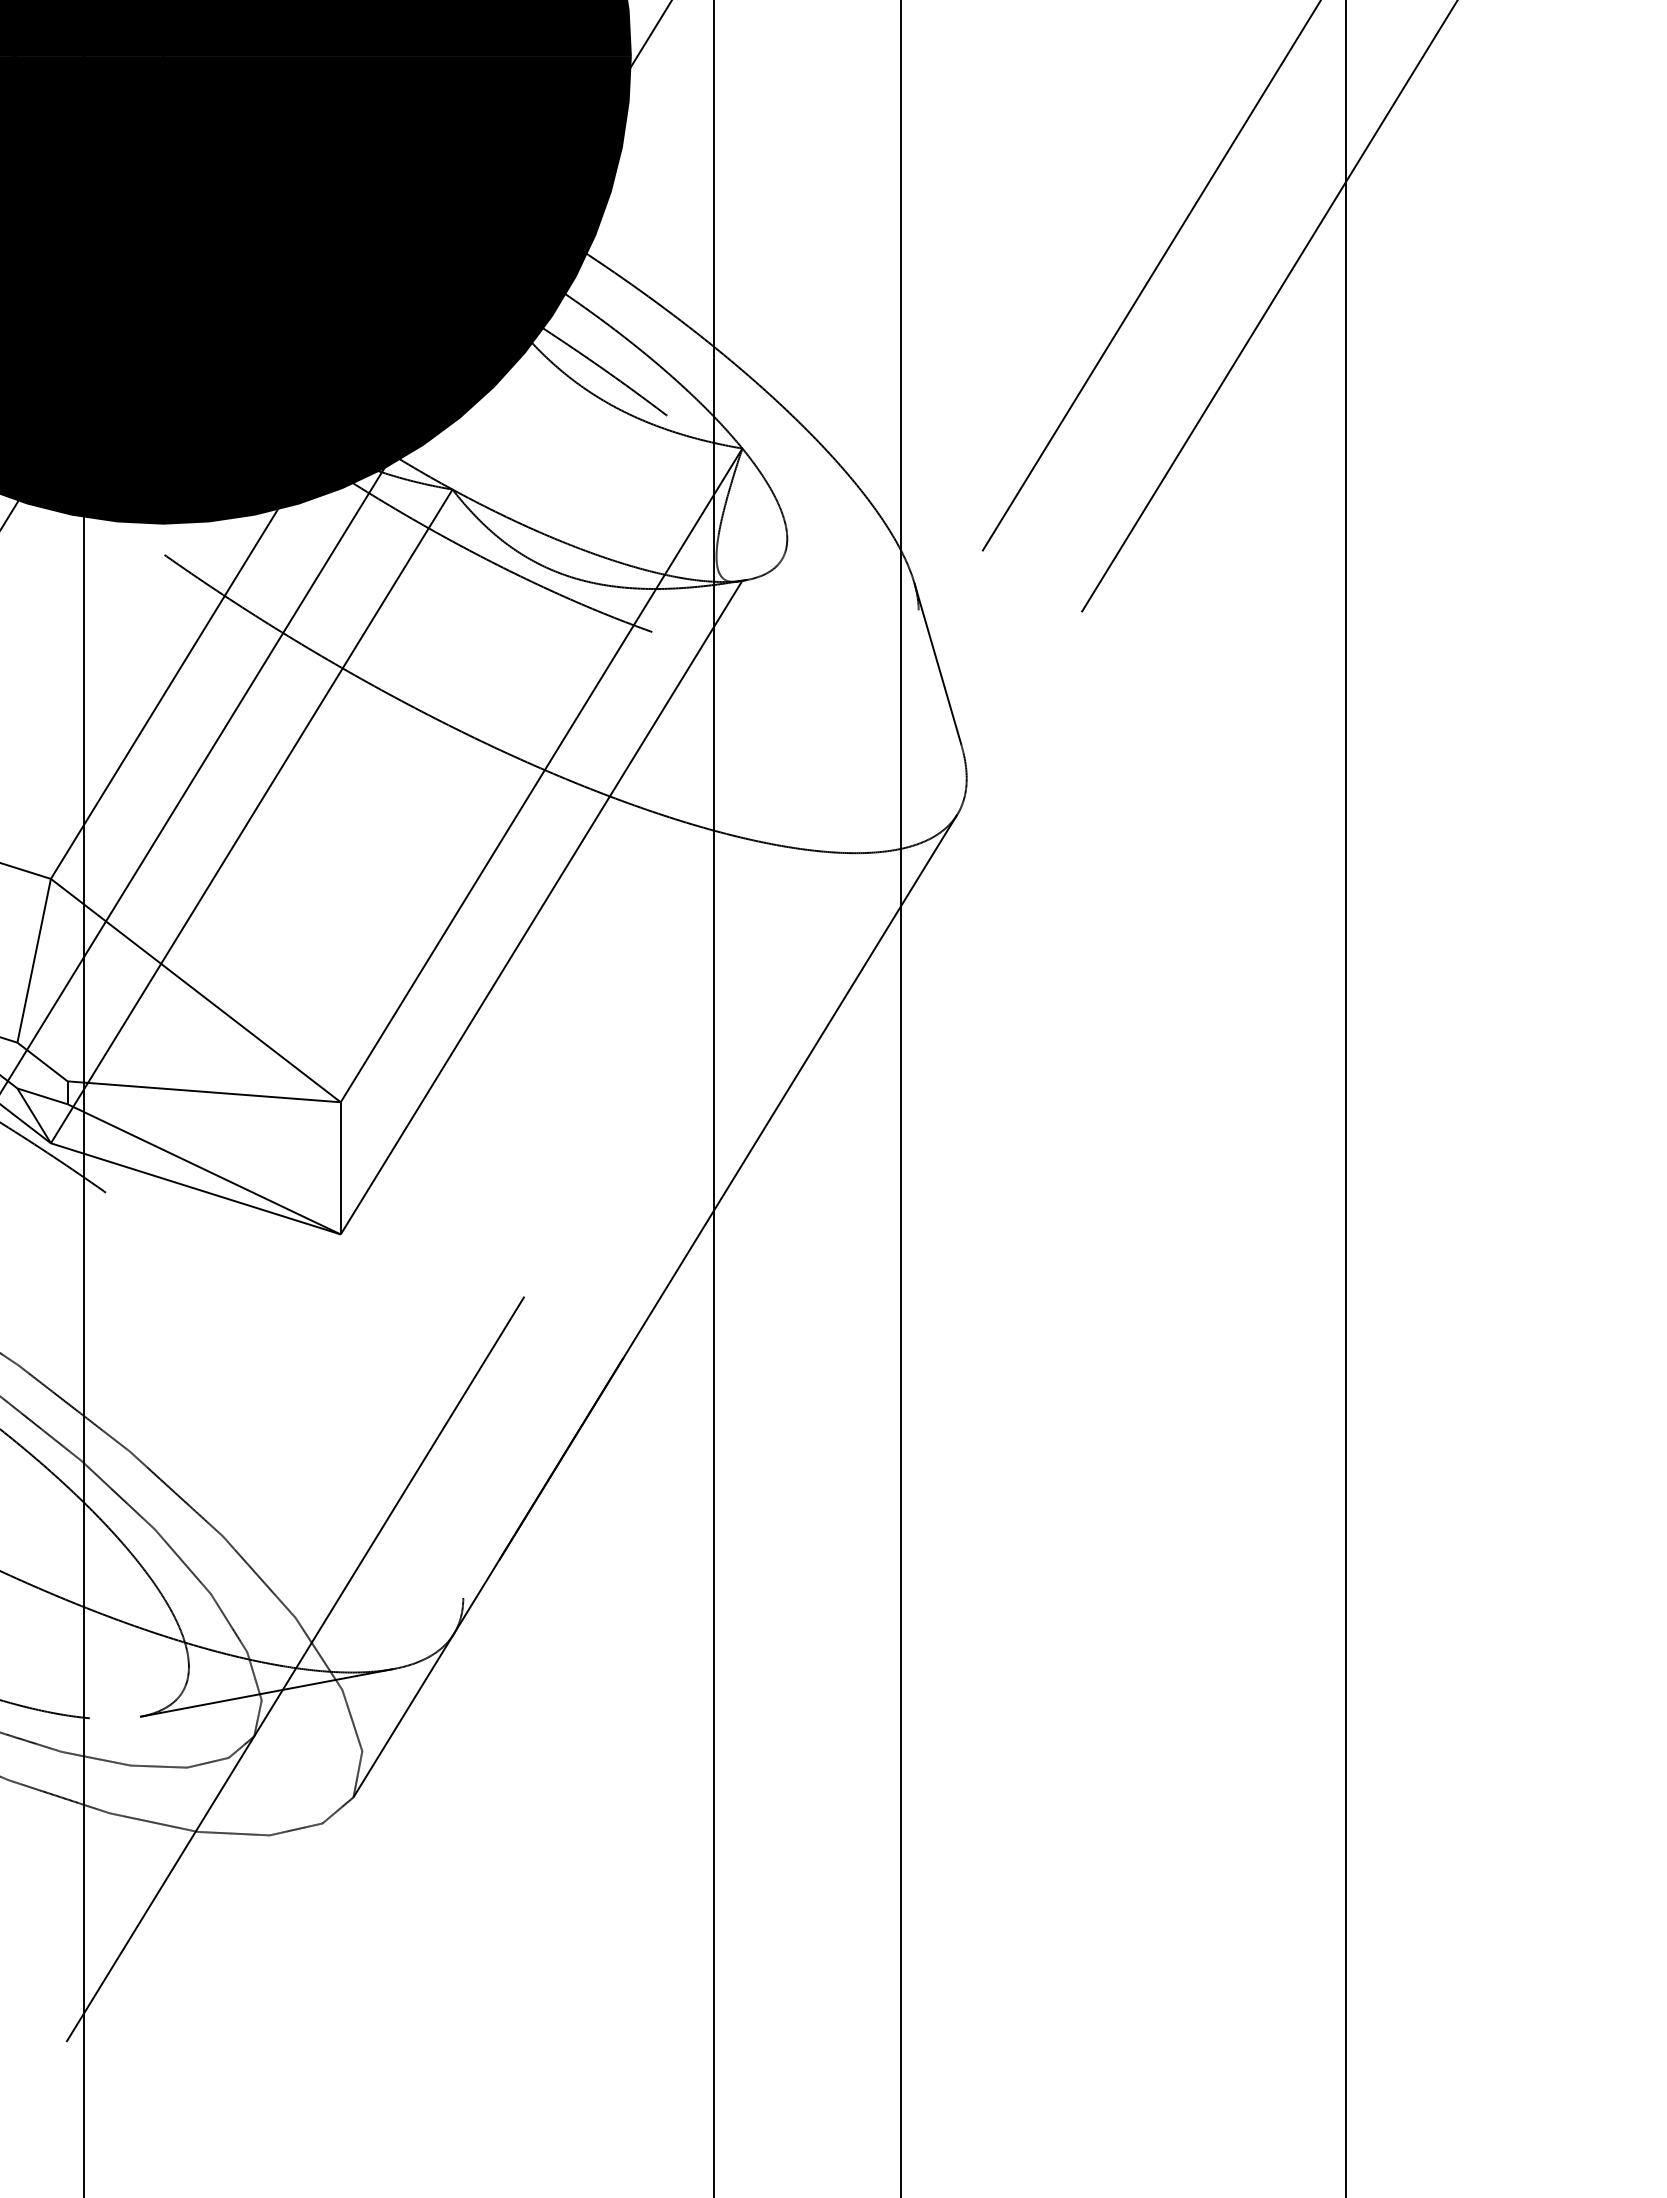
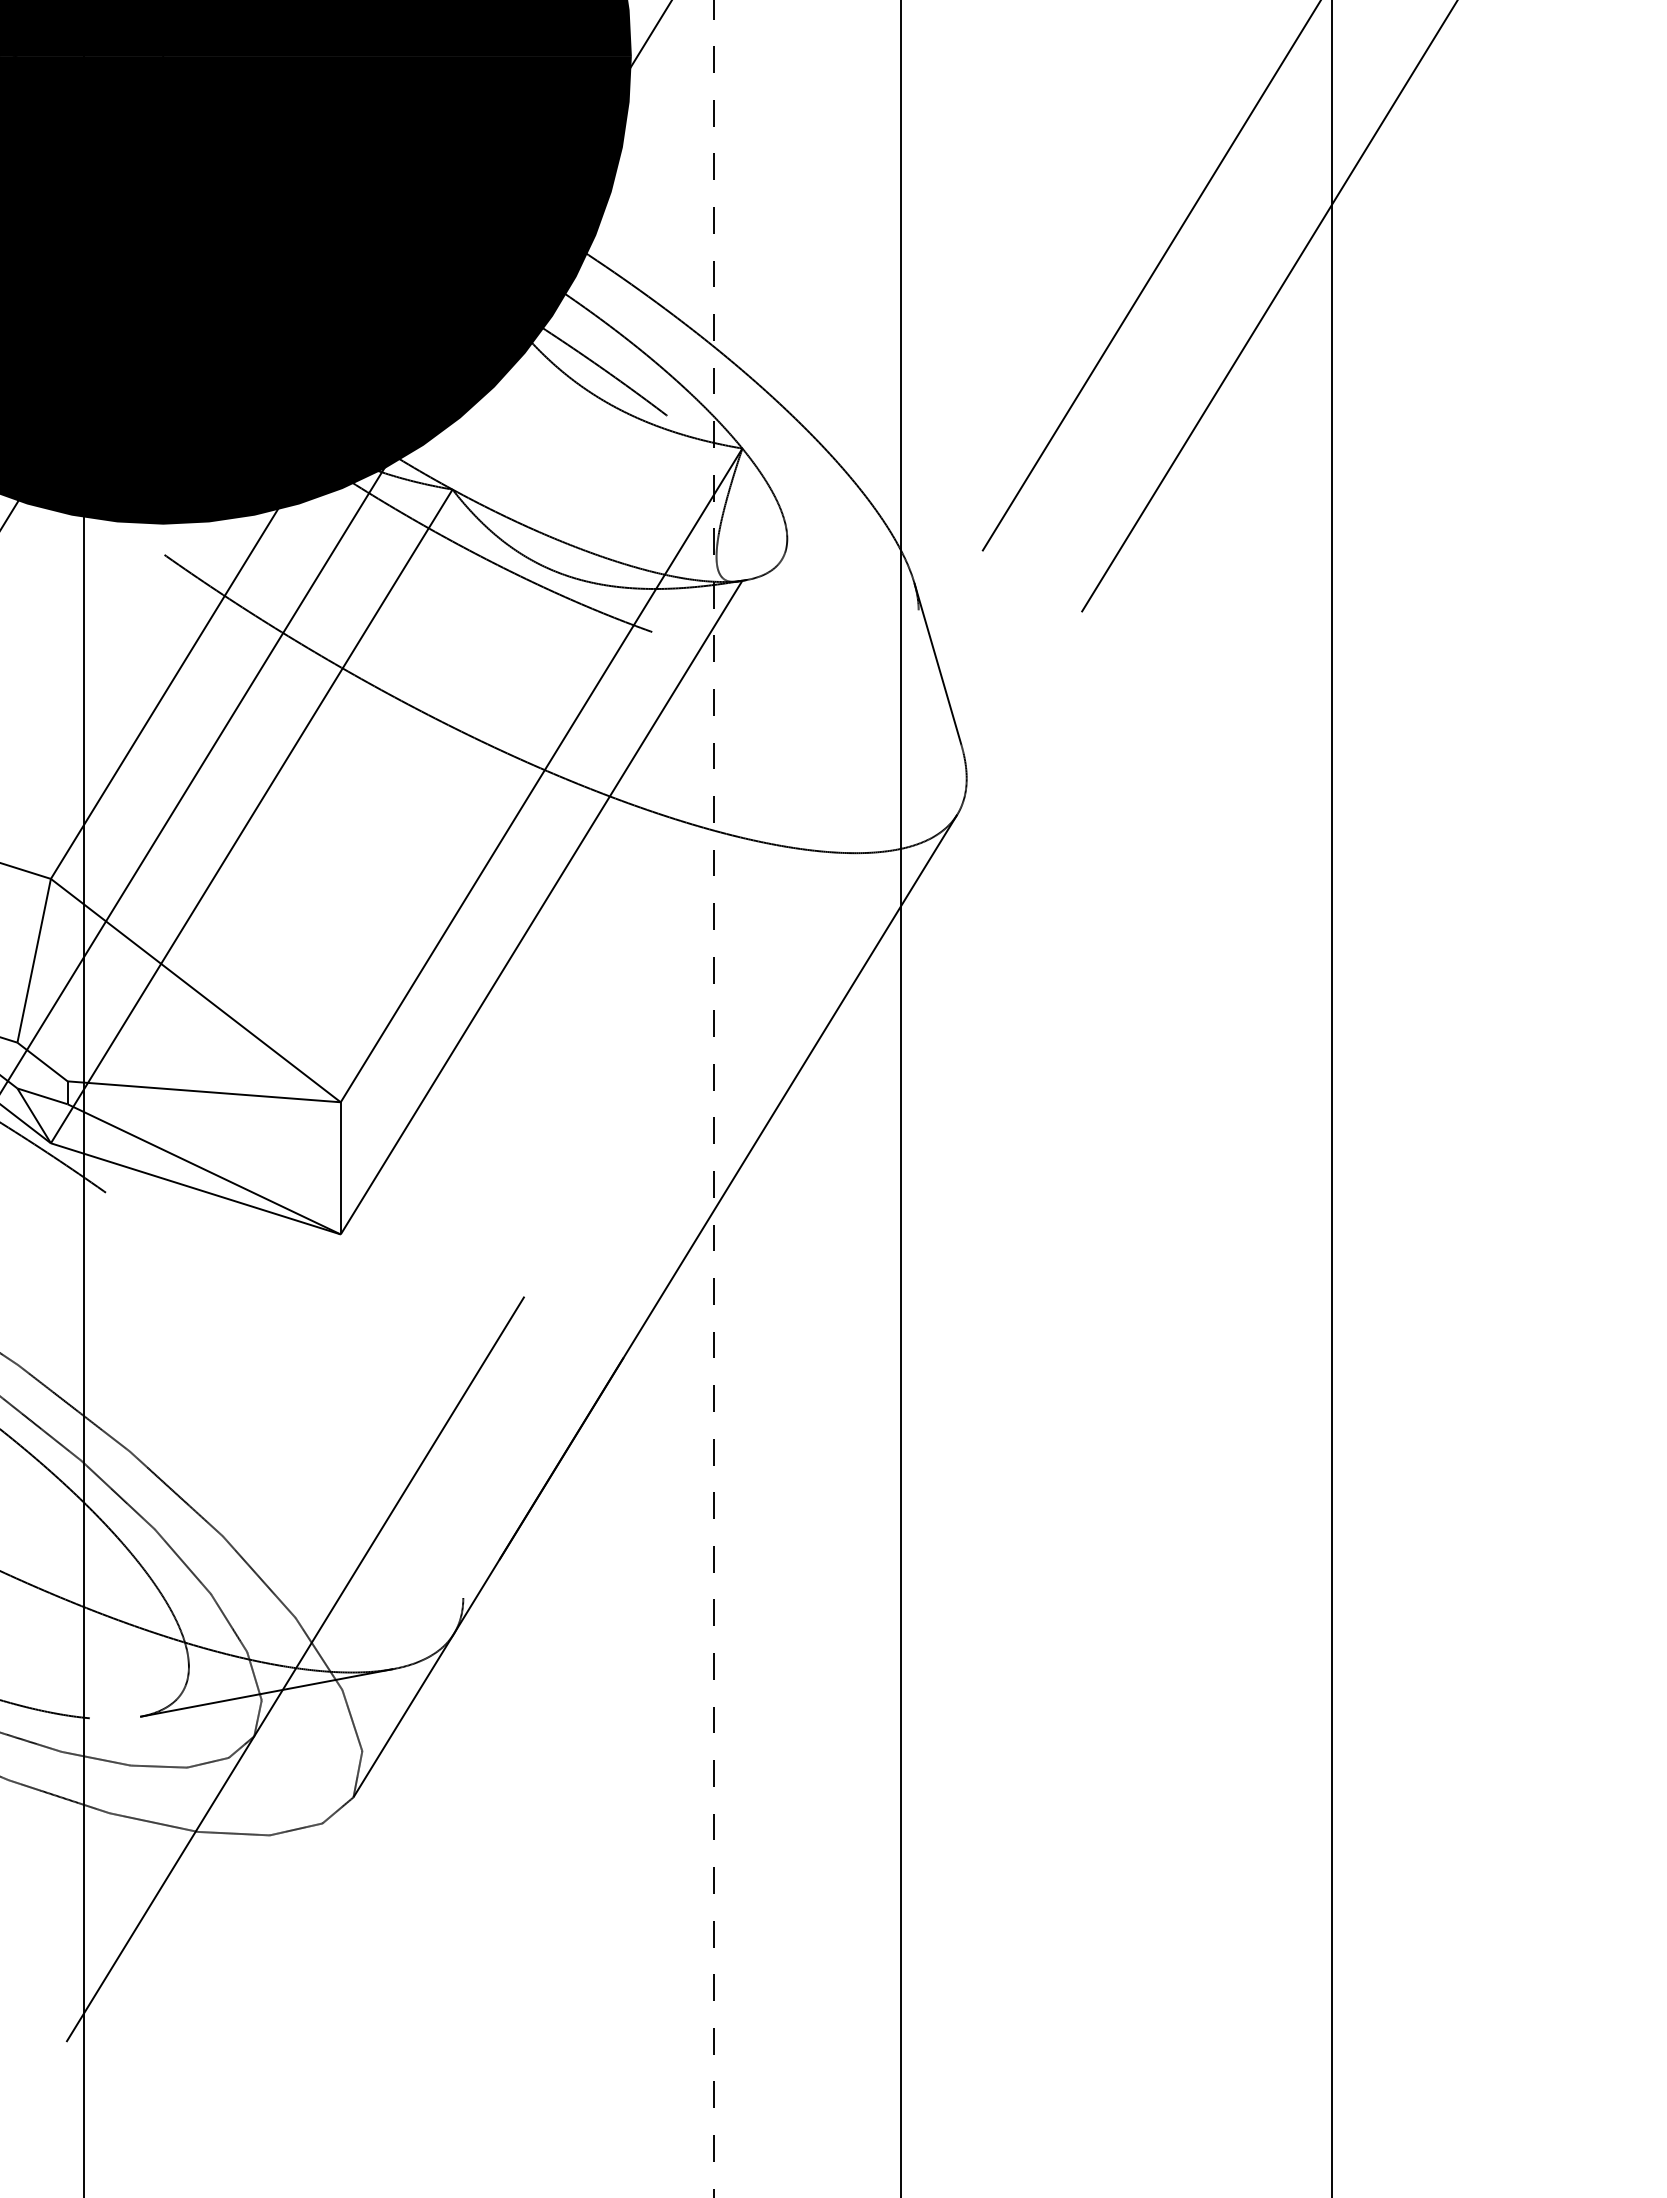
line at (1345, 1098) position: (1345, 1098) -> (1331, 1098)
line at (713, 1099): solid -> dashed
